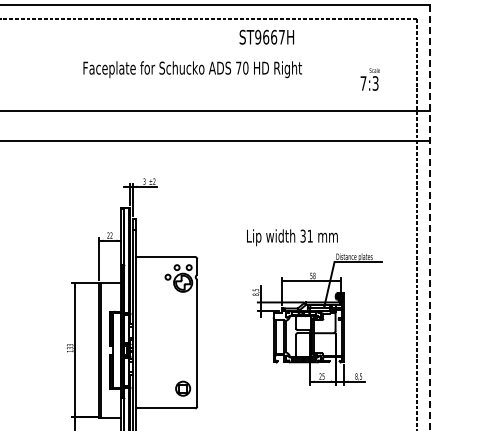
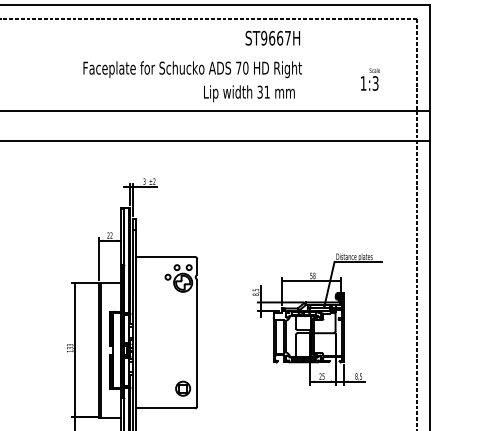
text at (266, 36) position: (266, 36) -> (272, 37)
text at (363, 83): 7:3 -> 1:3
line at (429, 217): dashed -> solid
text at (292, 237) position: (292, 237) -> (249, 93)
